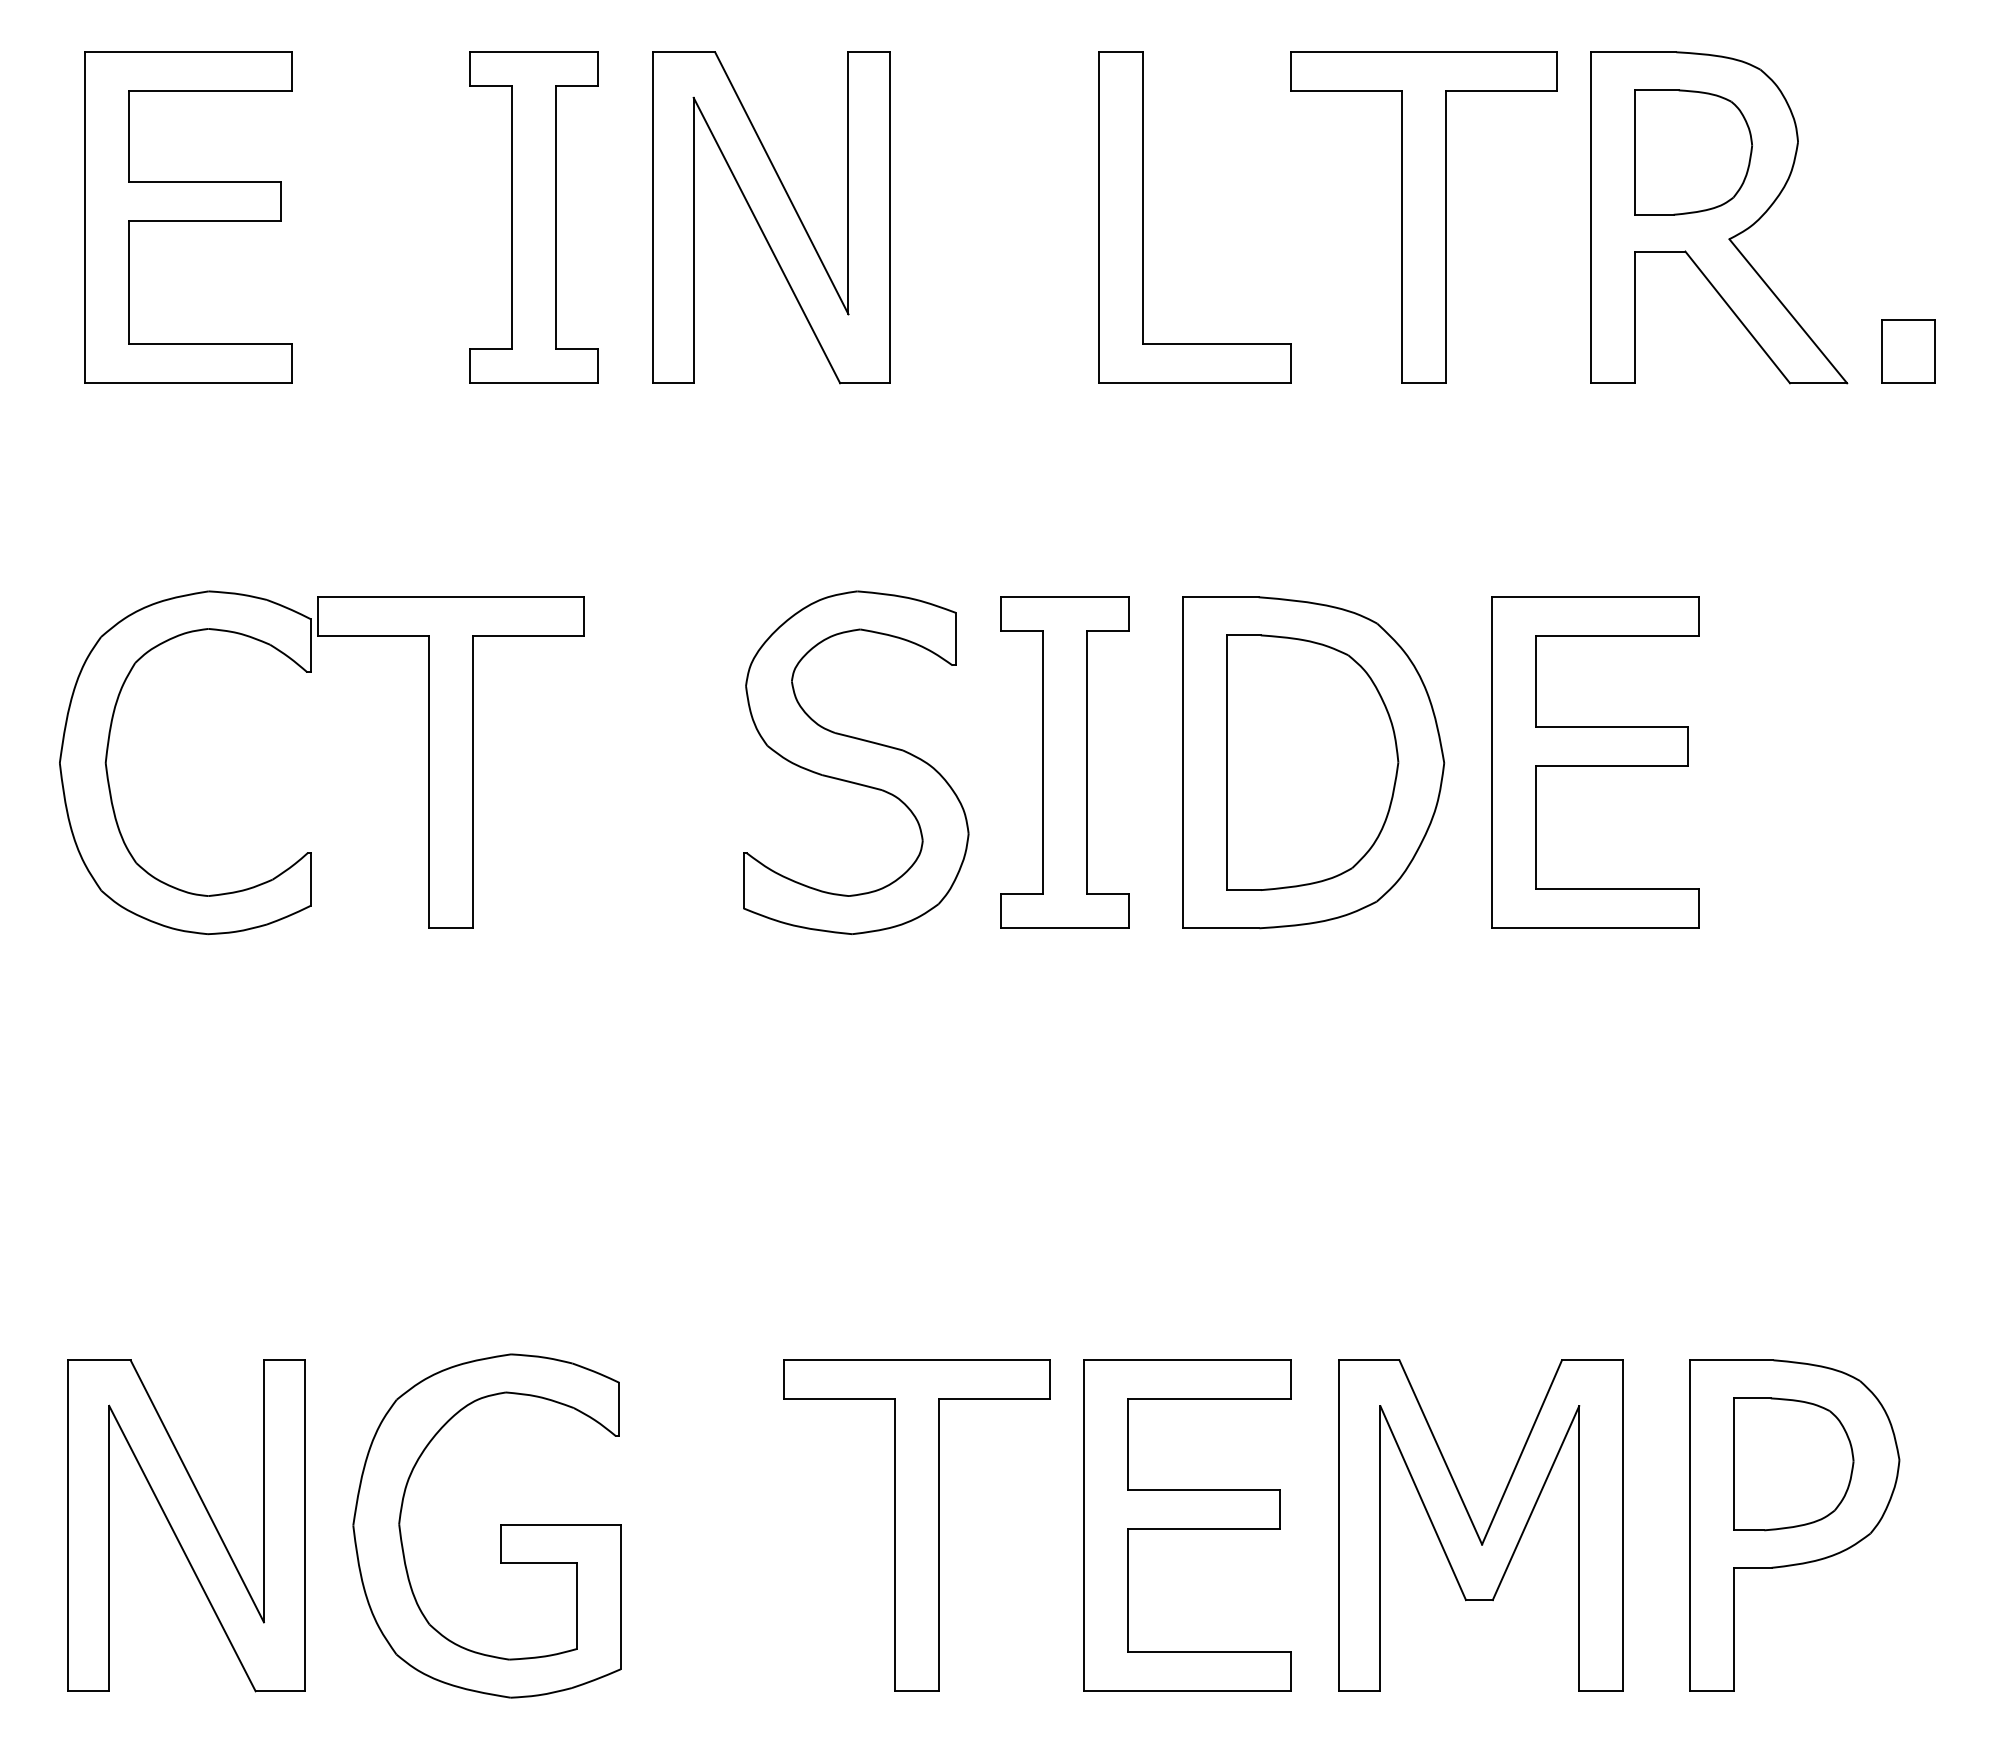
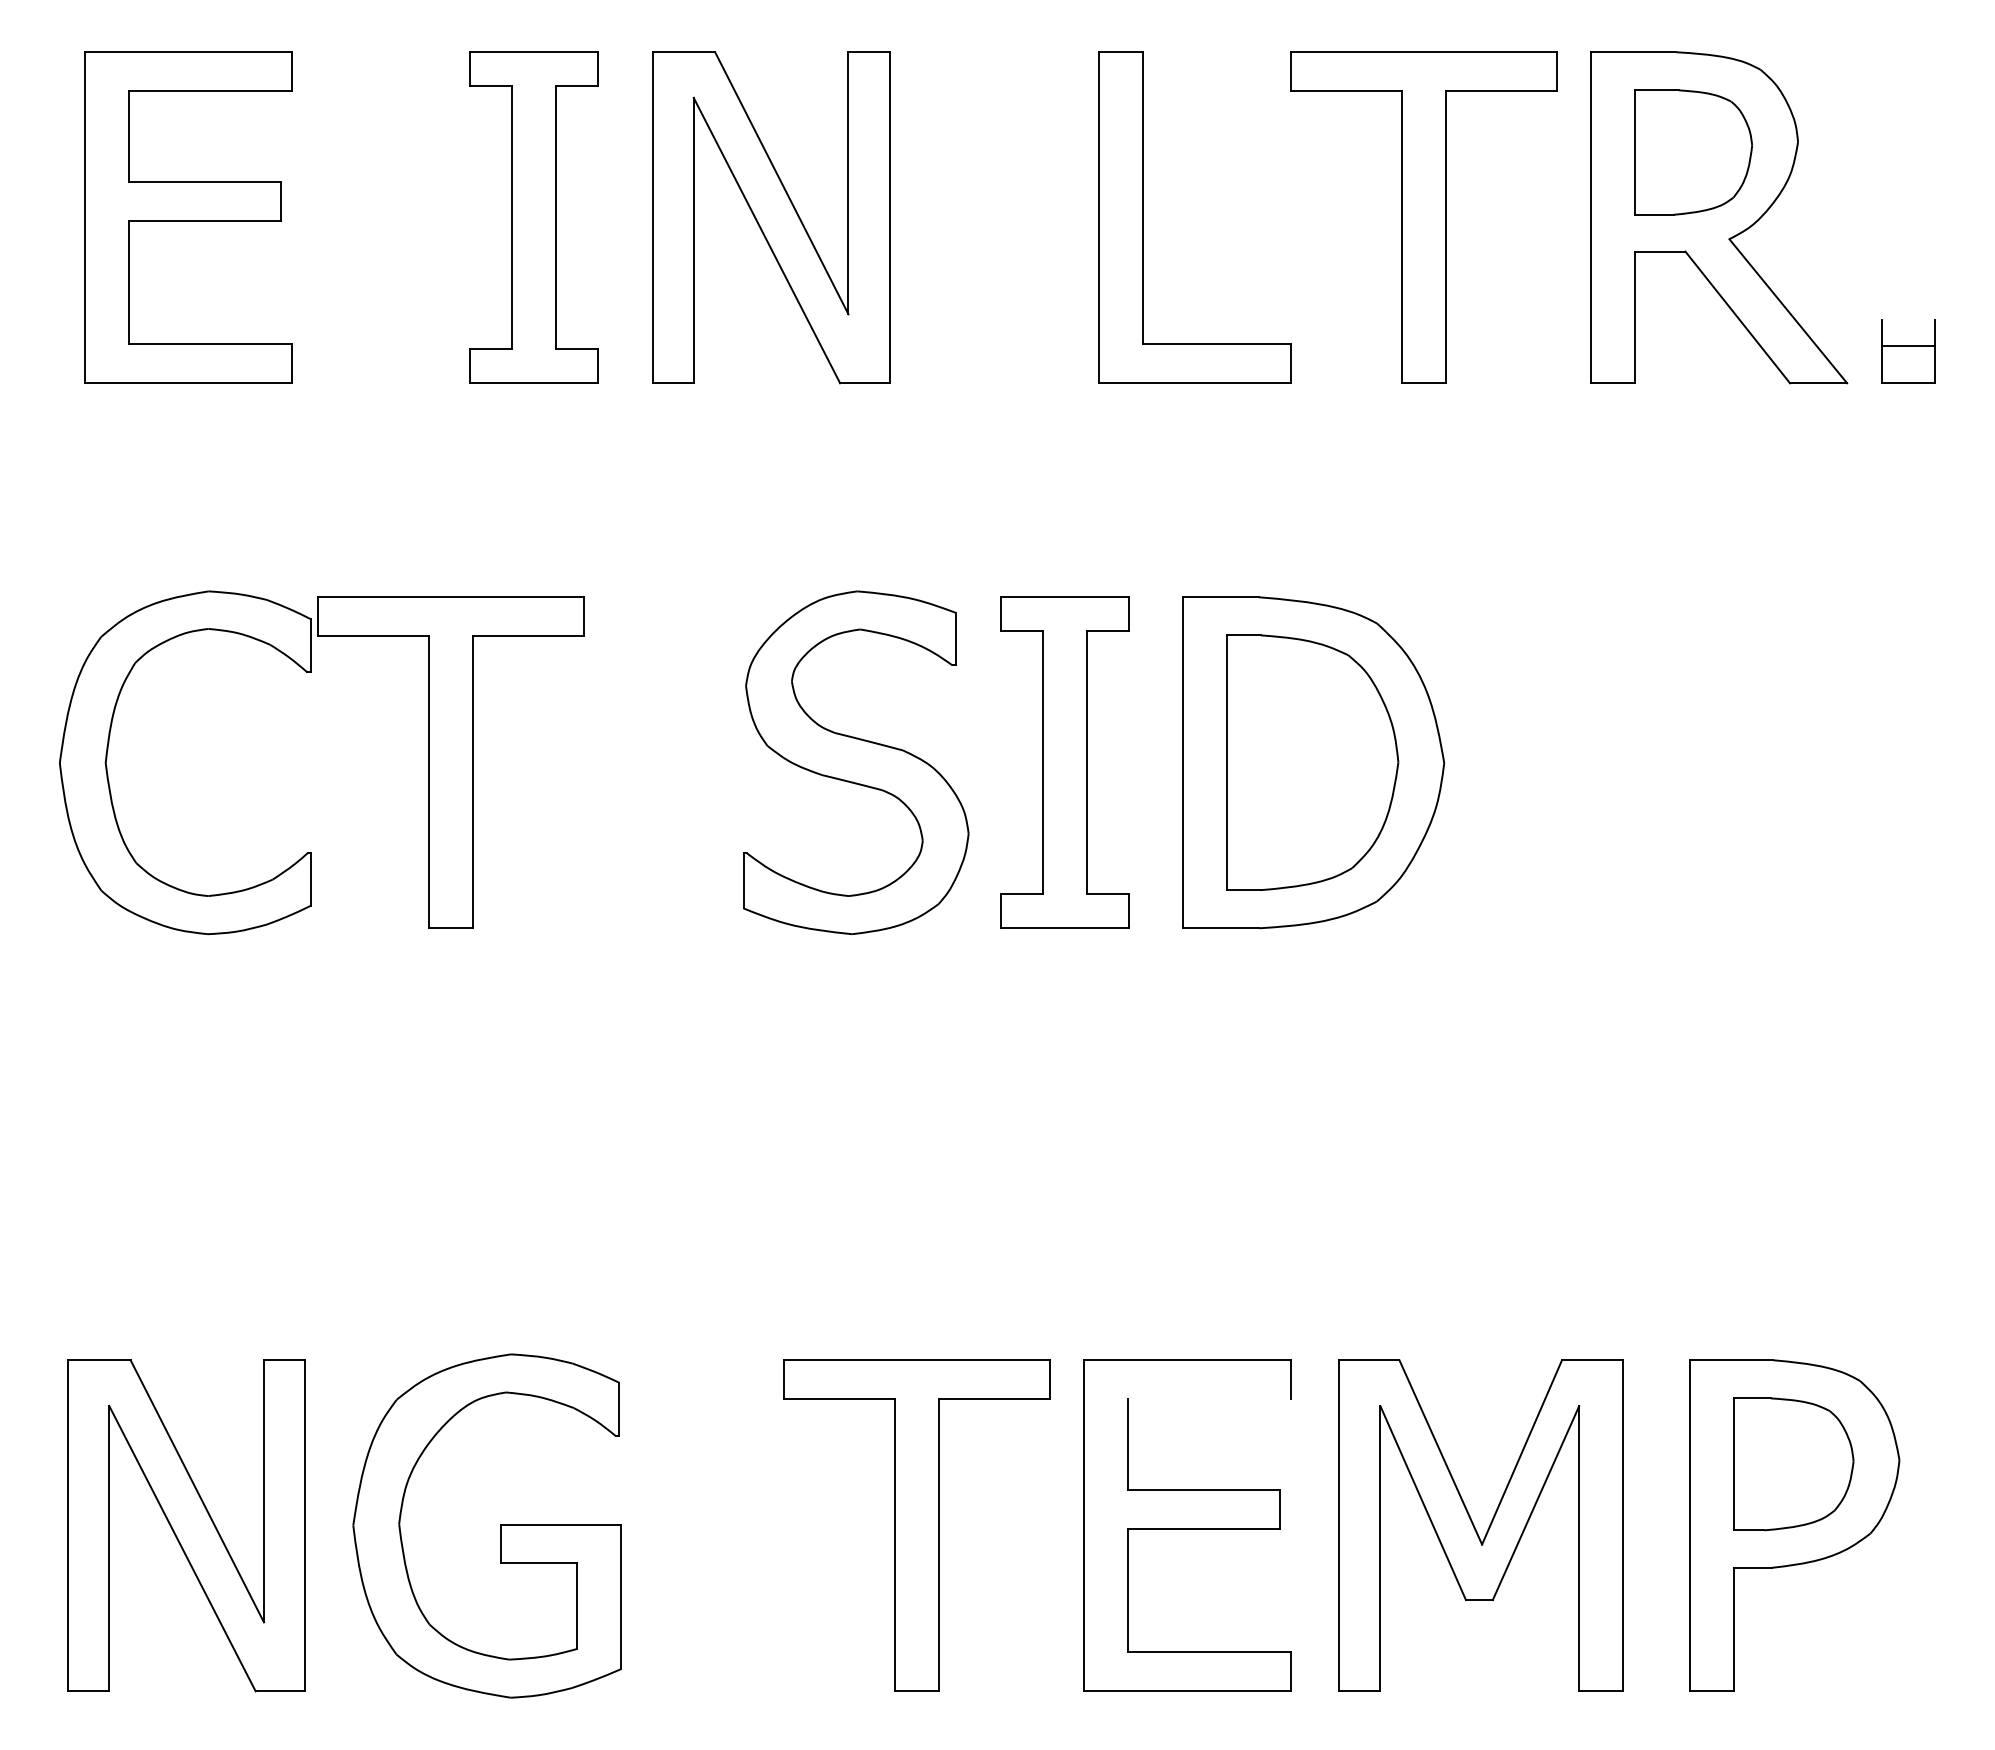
line at (1908, 319) position: (1908, 319) -> (1908, 345)
part at (1595, 762): present -> none
line at (1209, 1399): present -> none
